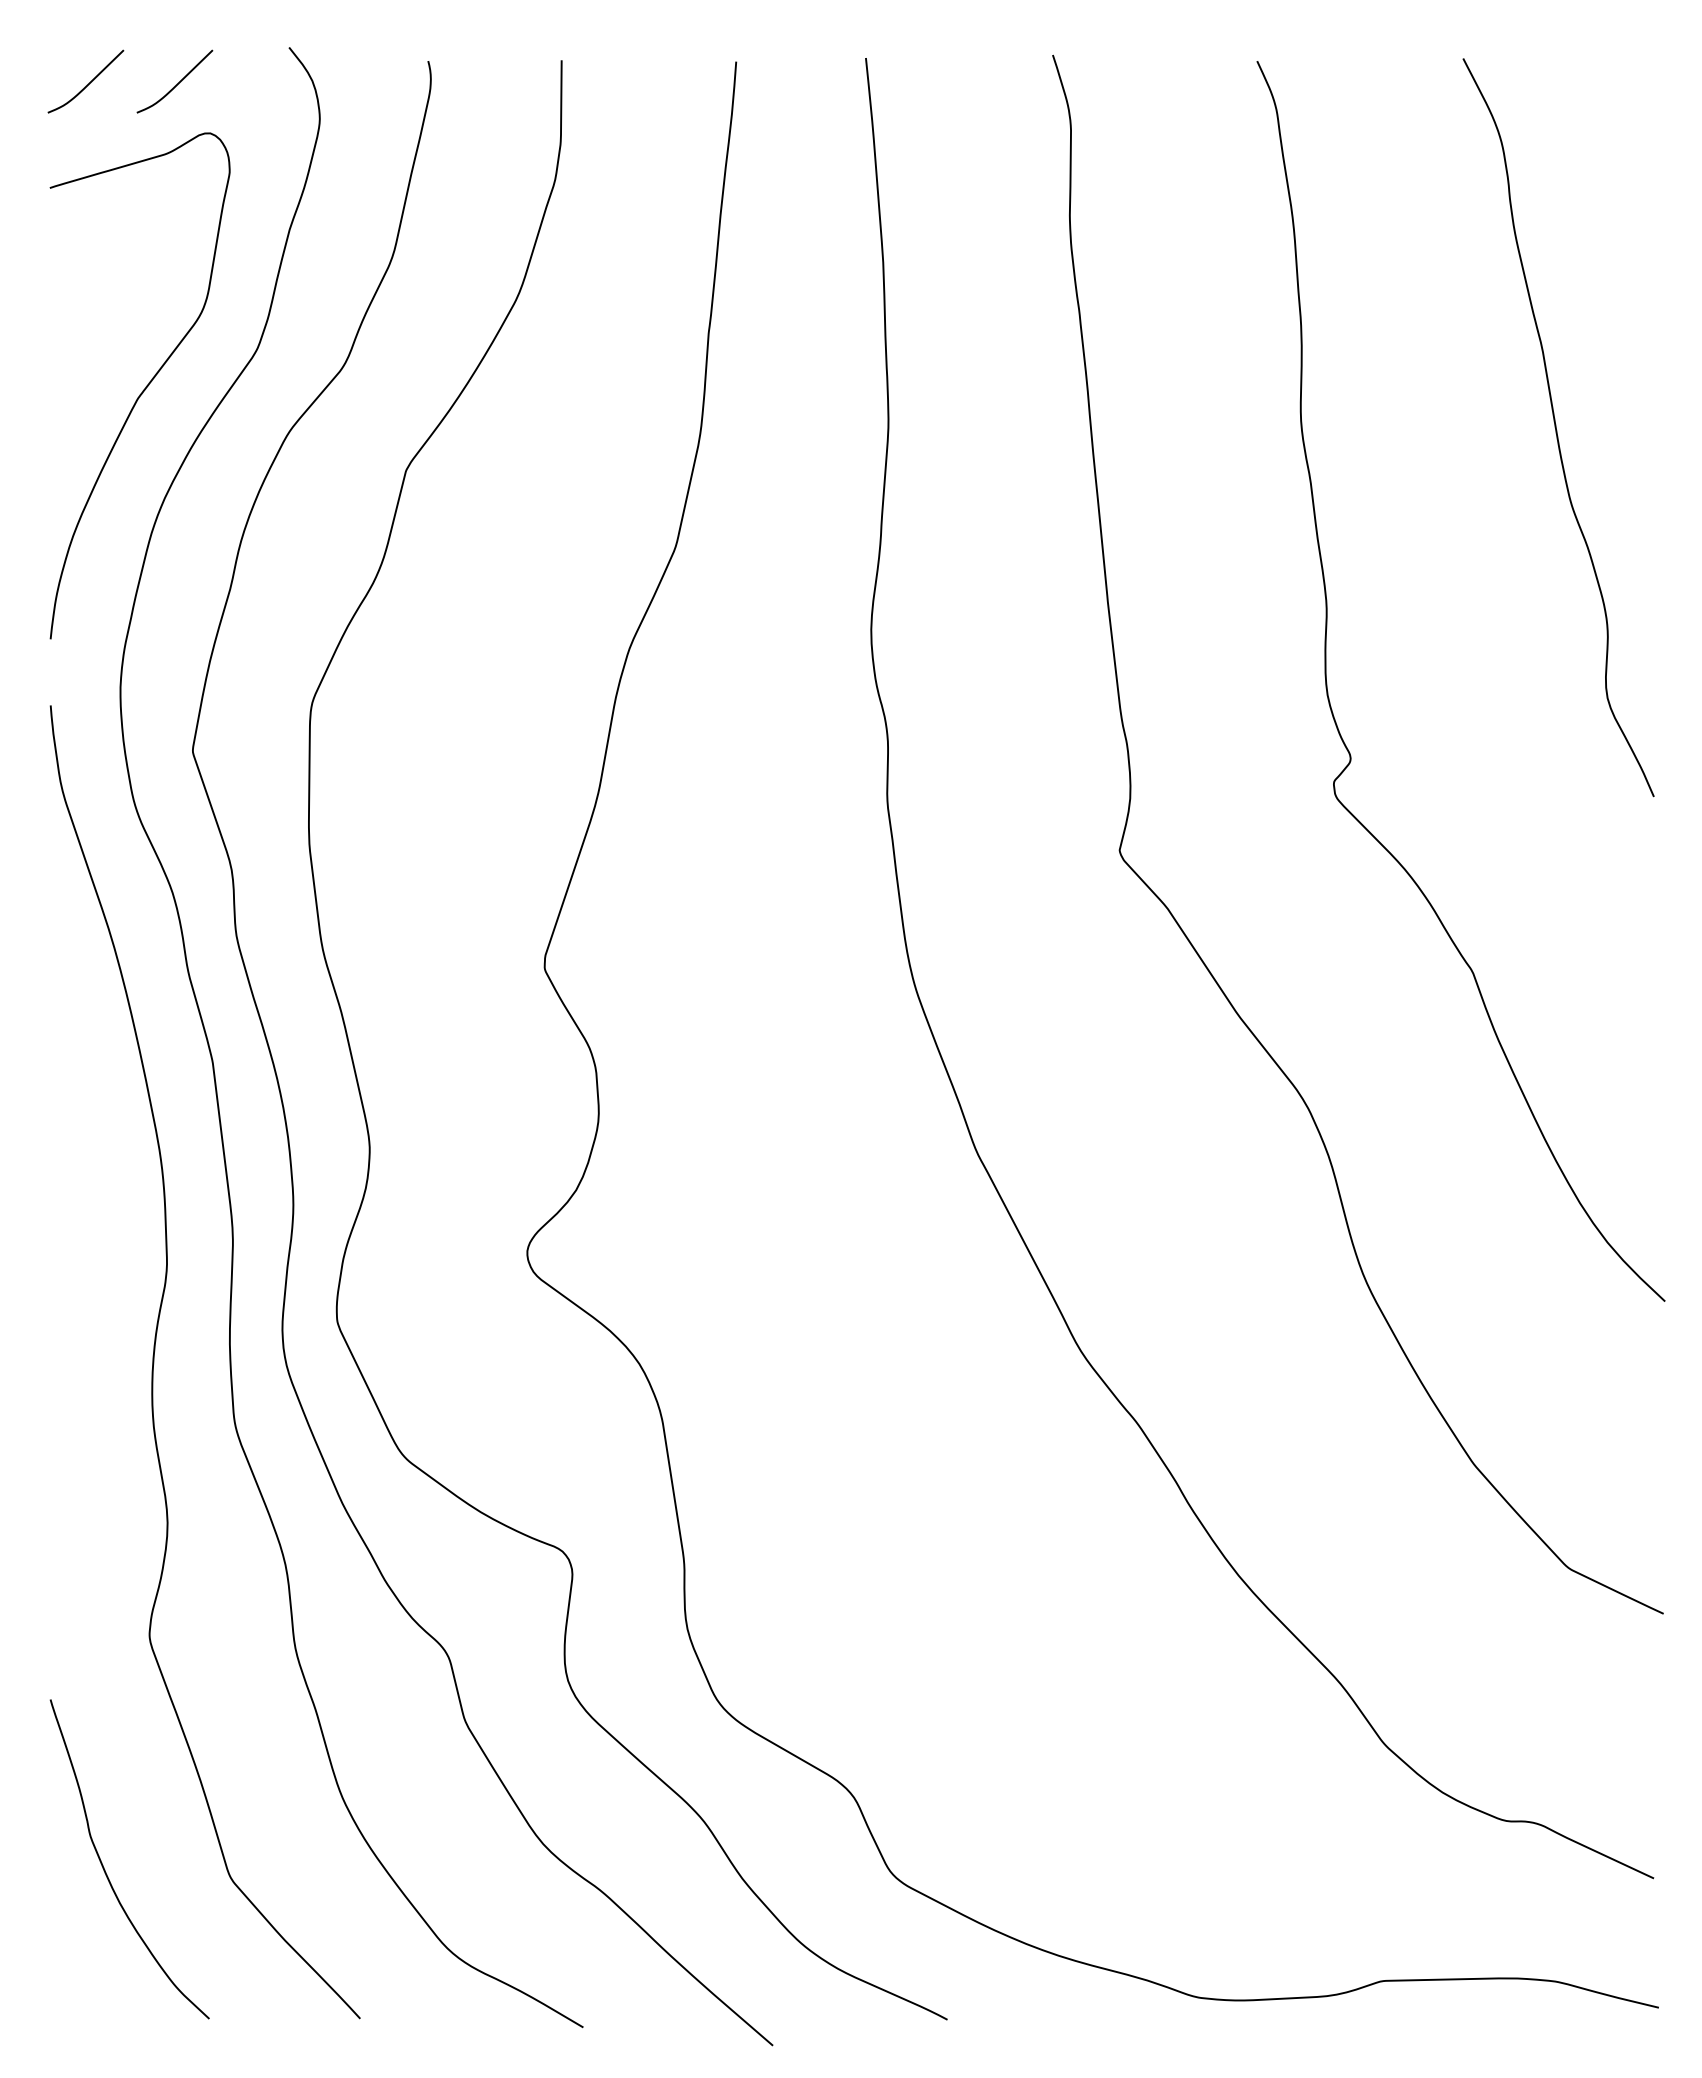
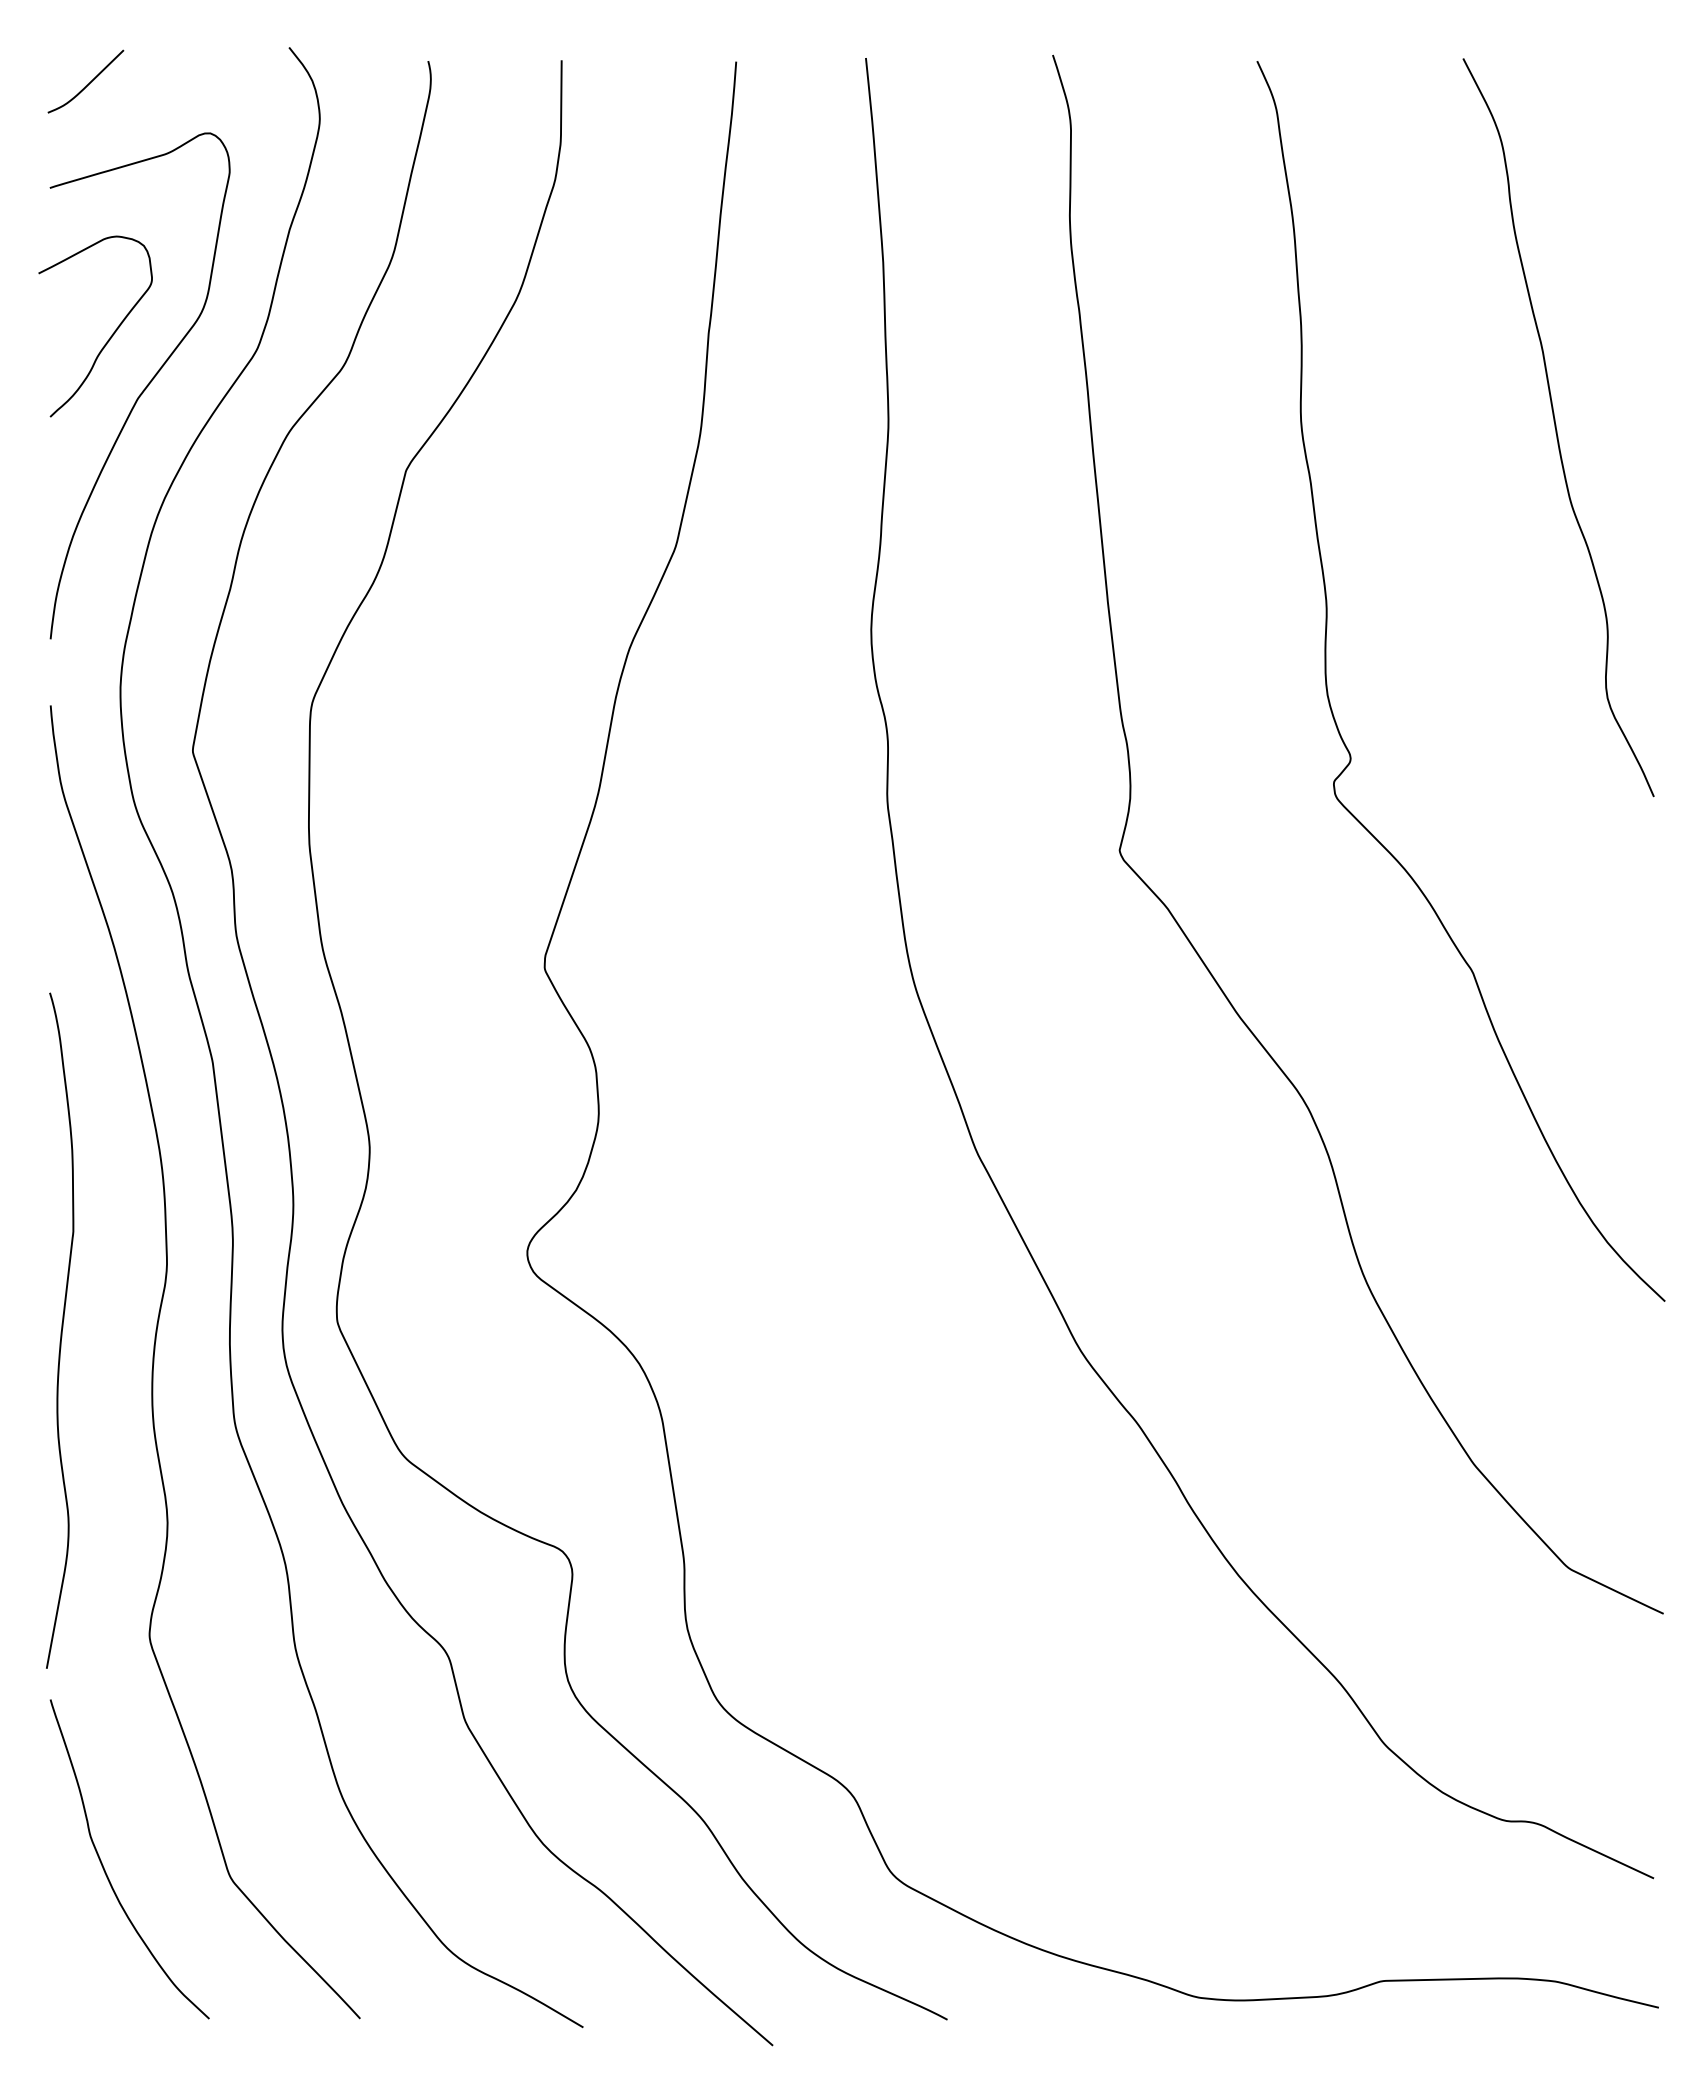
curve at (177, 83): present -> none
curve at (109, 337): none -> present
curve at (61, 1330): none -> present
